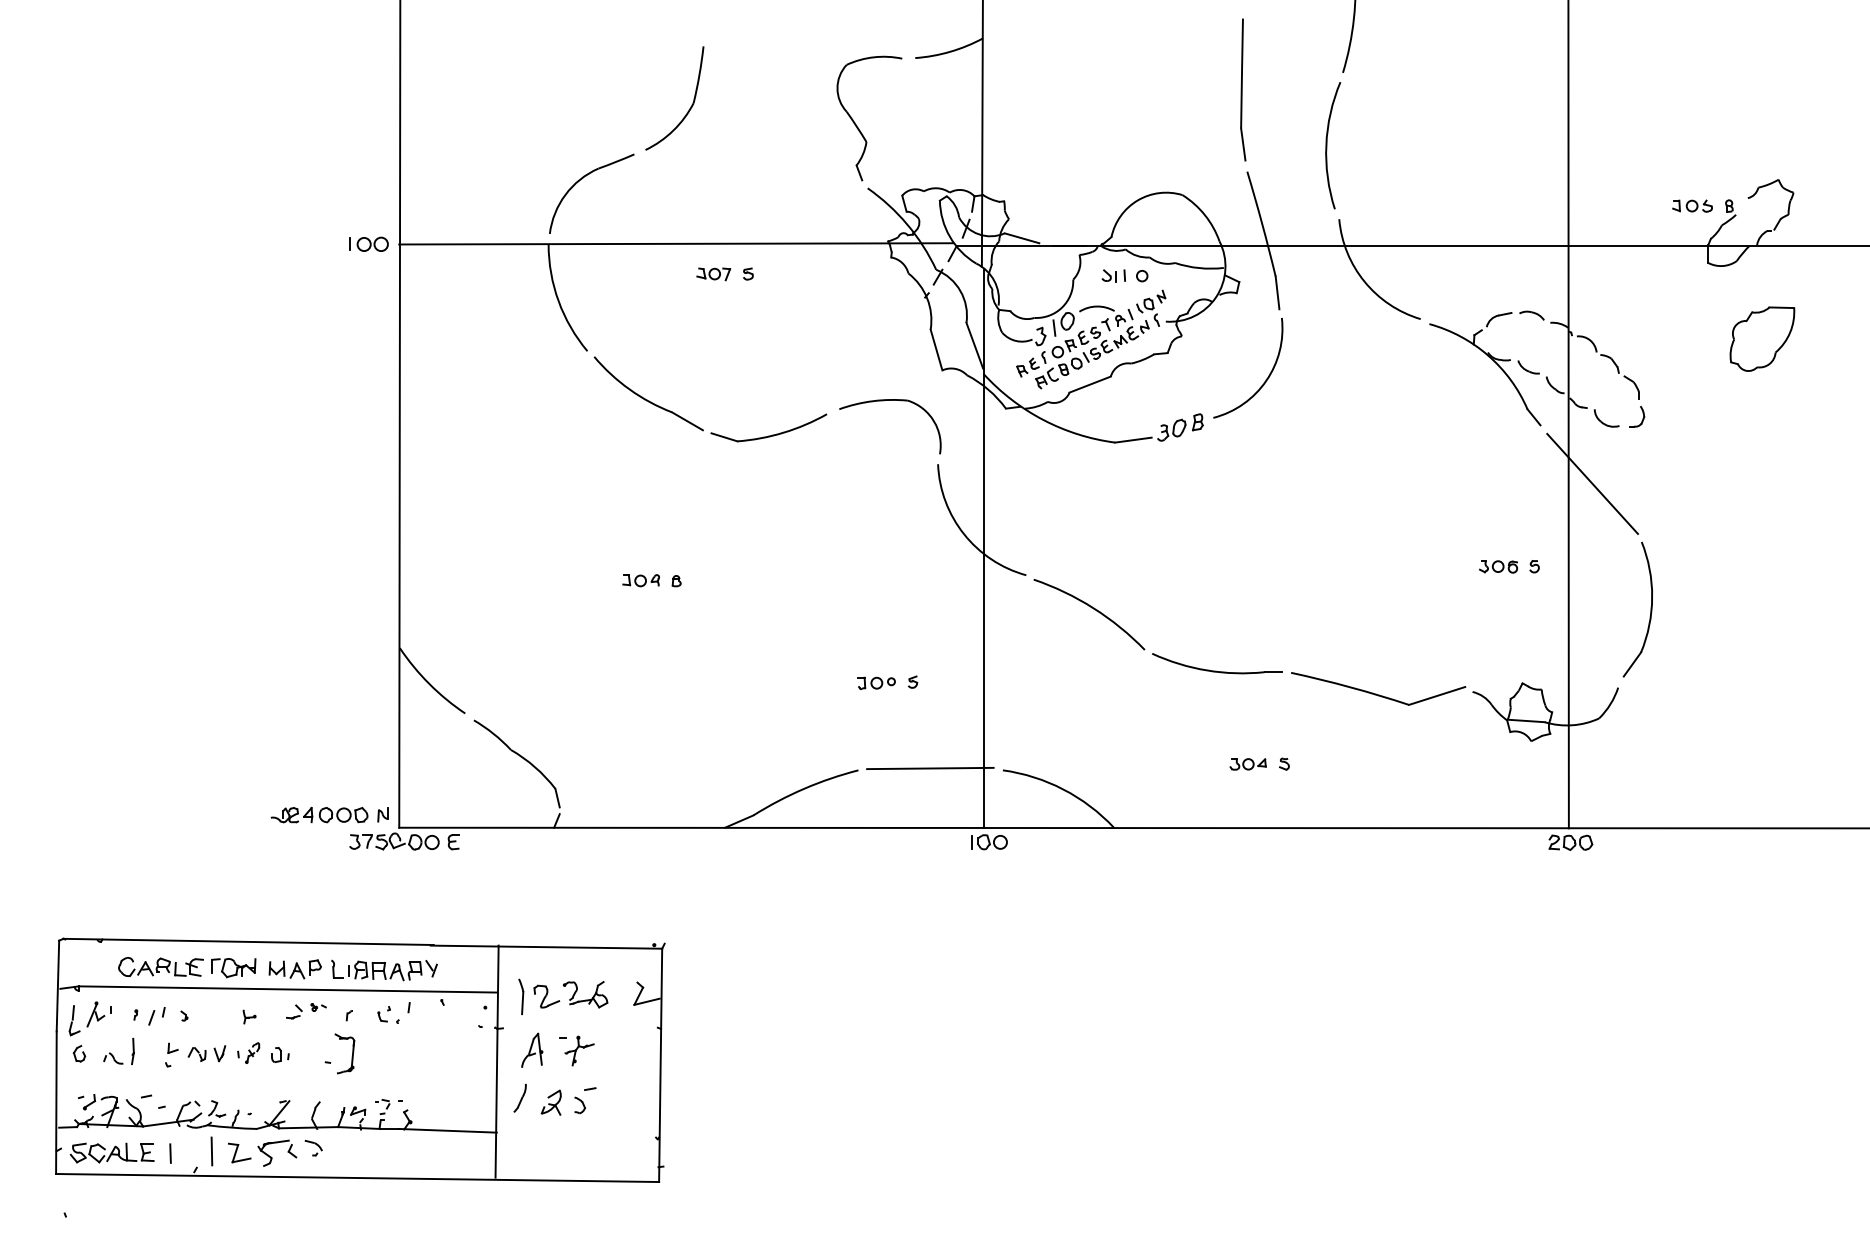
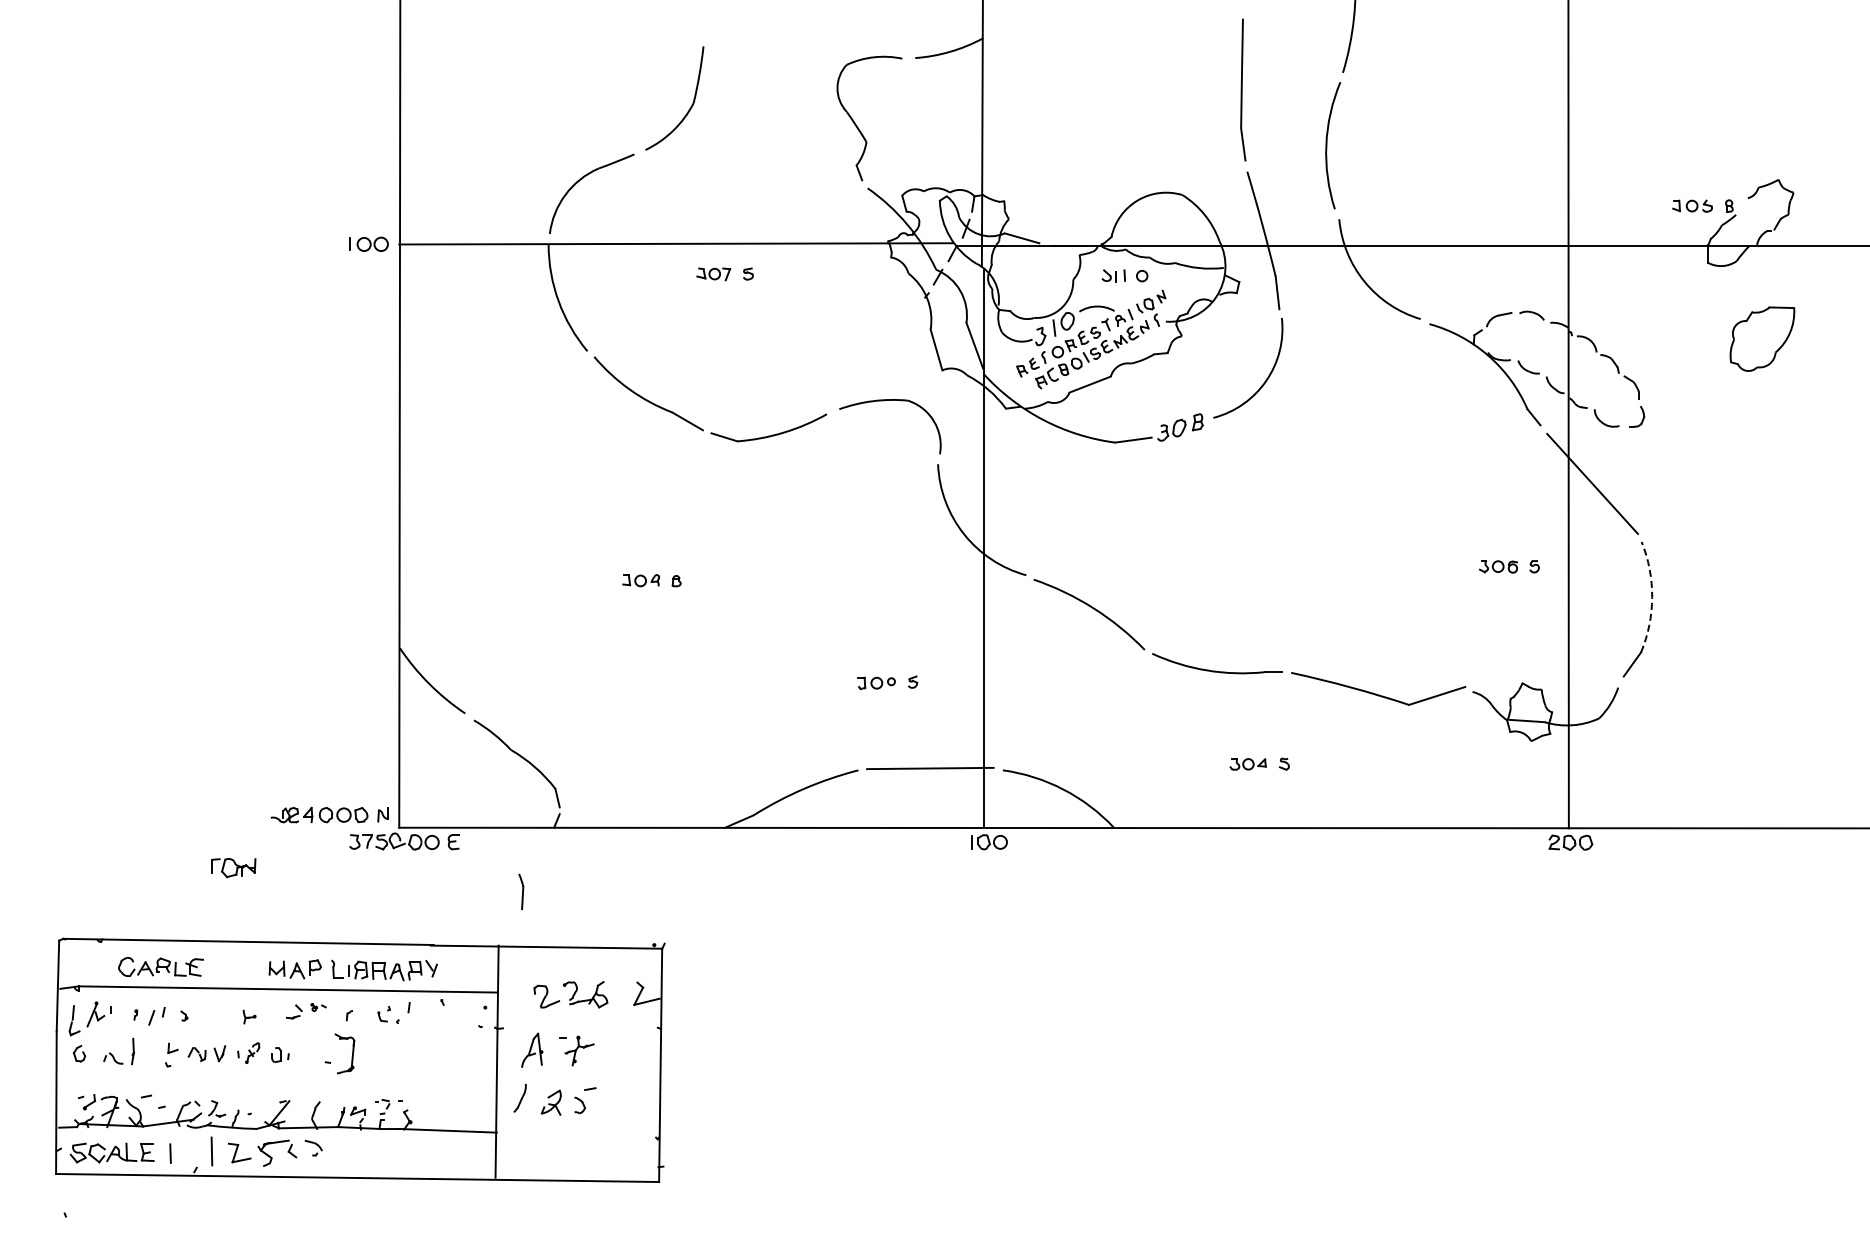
arc at (1652, 597): solid -> dashed
part at (233, 968) position: (233, 968) -> (233, 868)
part at (521, 996) position: (521, 996) -> (521, 891)
